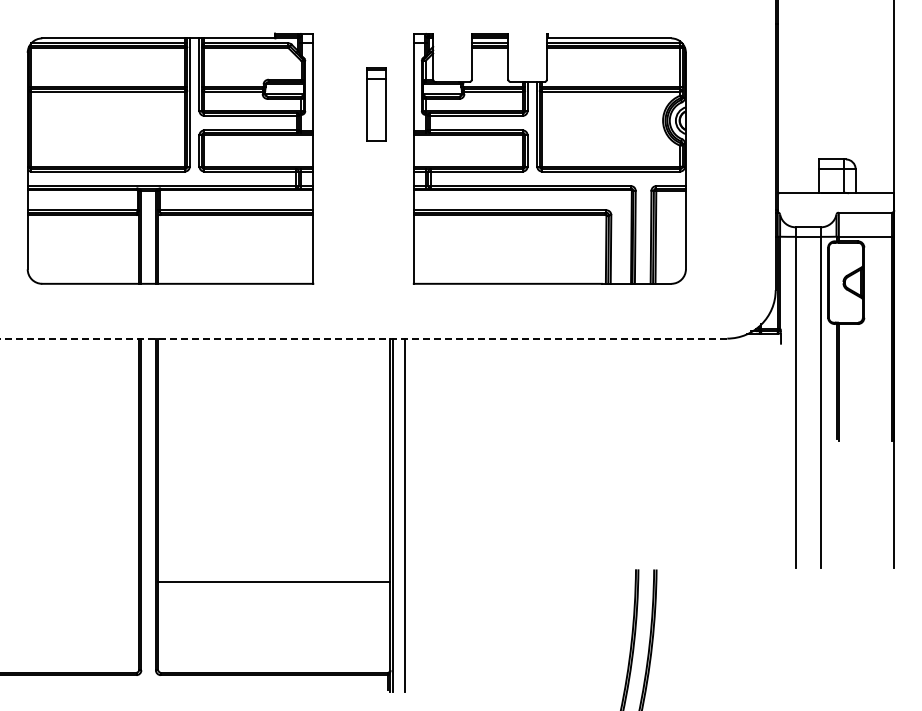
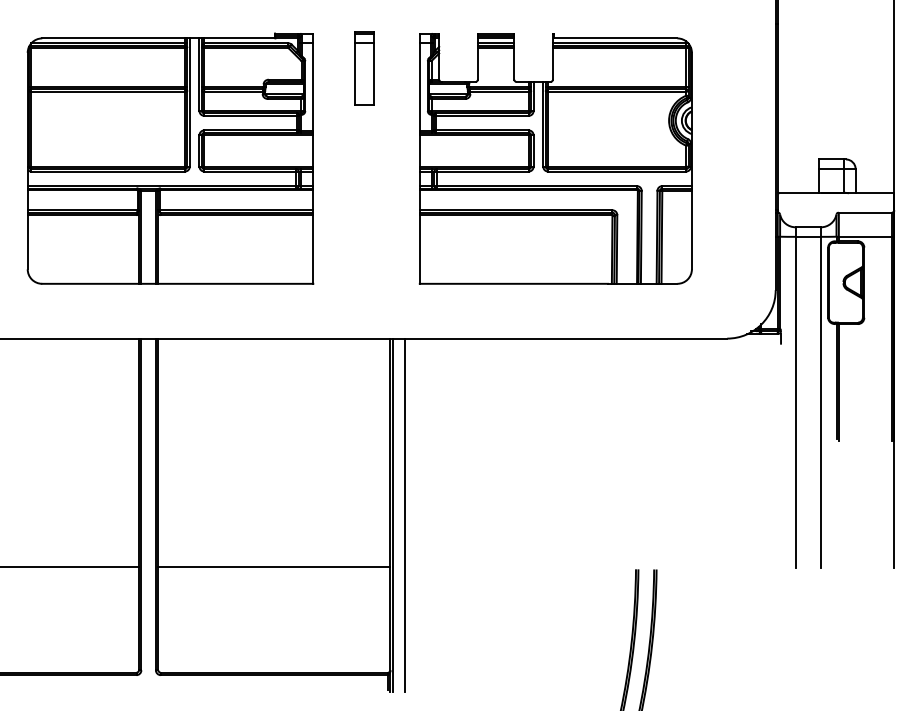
part at (376, 104) position: (376, 104) -> (364, 68)
part at (549, 158) position: (549, 158) -> (555, 158)
line at (363, 338): dashed -> solid
line at (70, 567): none -> present
line at (274, 582) position: (274, 582) -> (274, 567)
